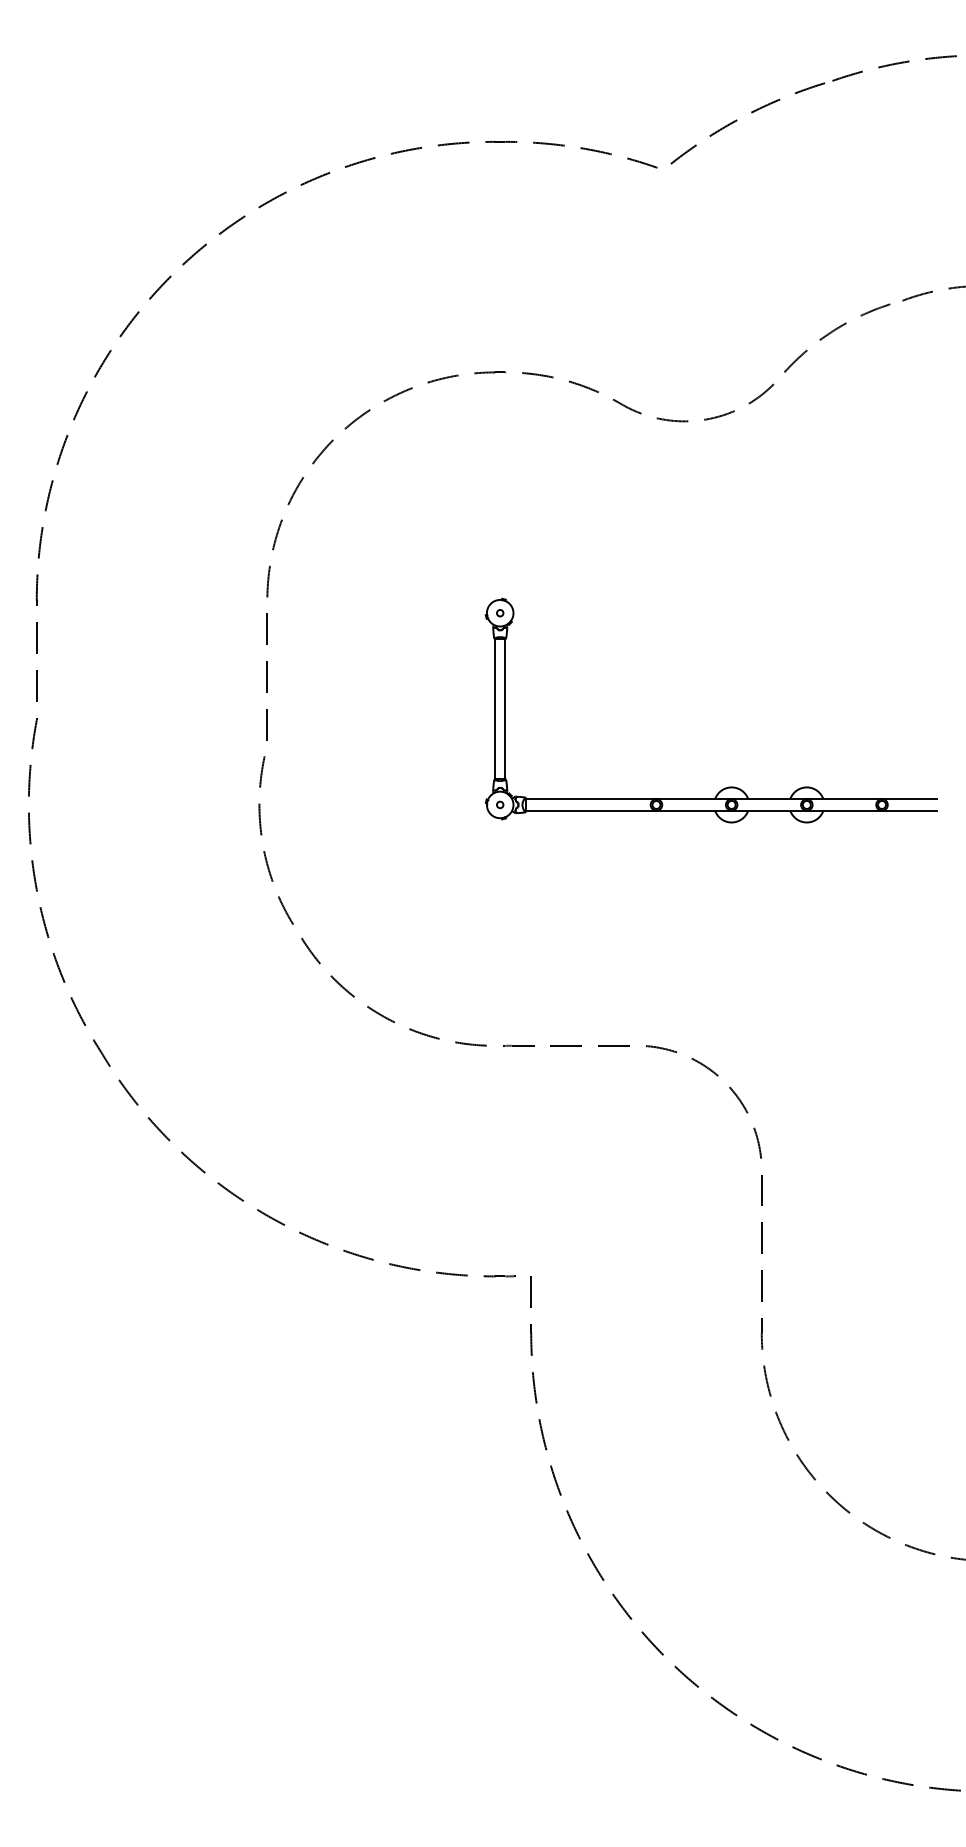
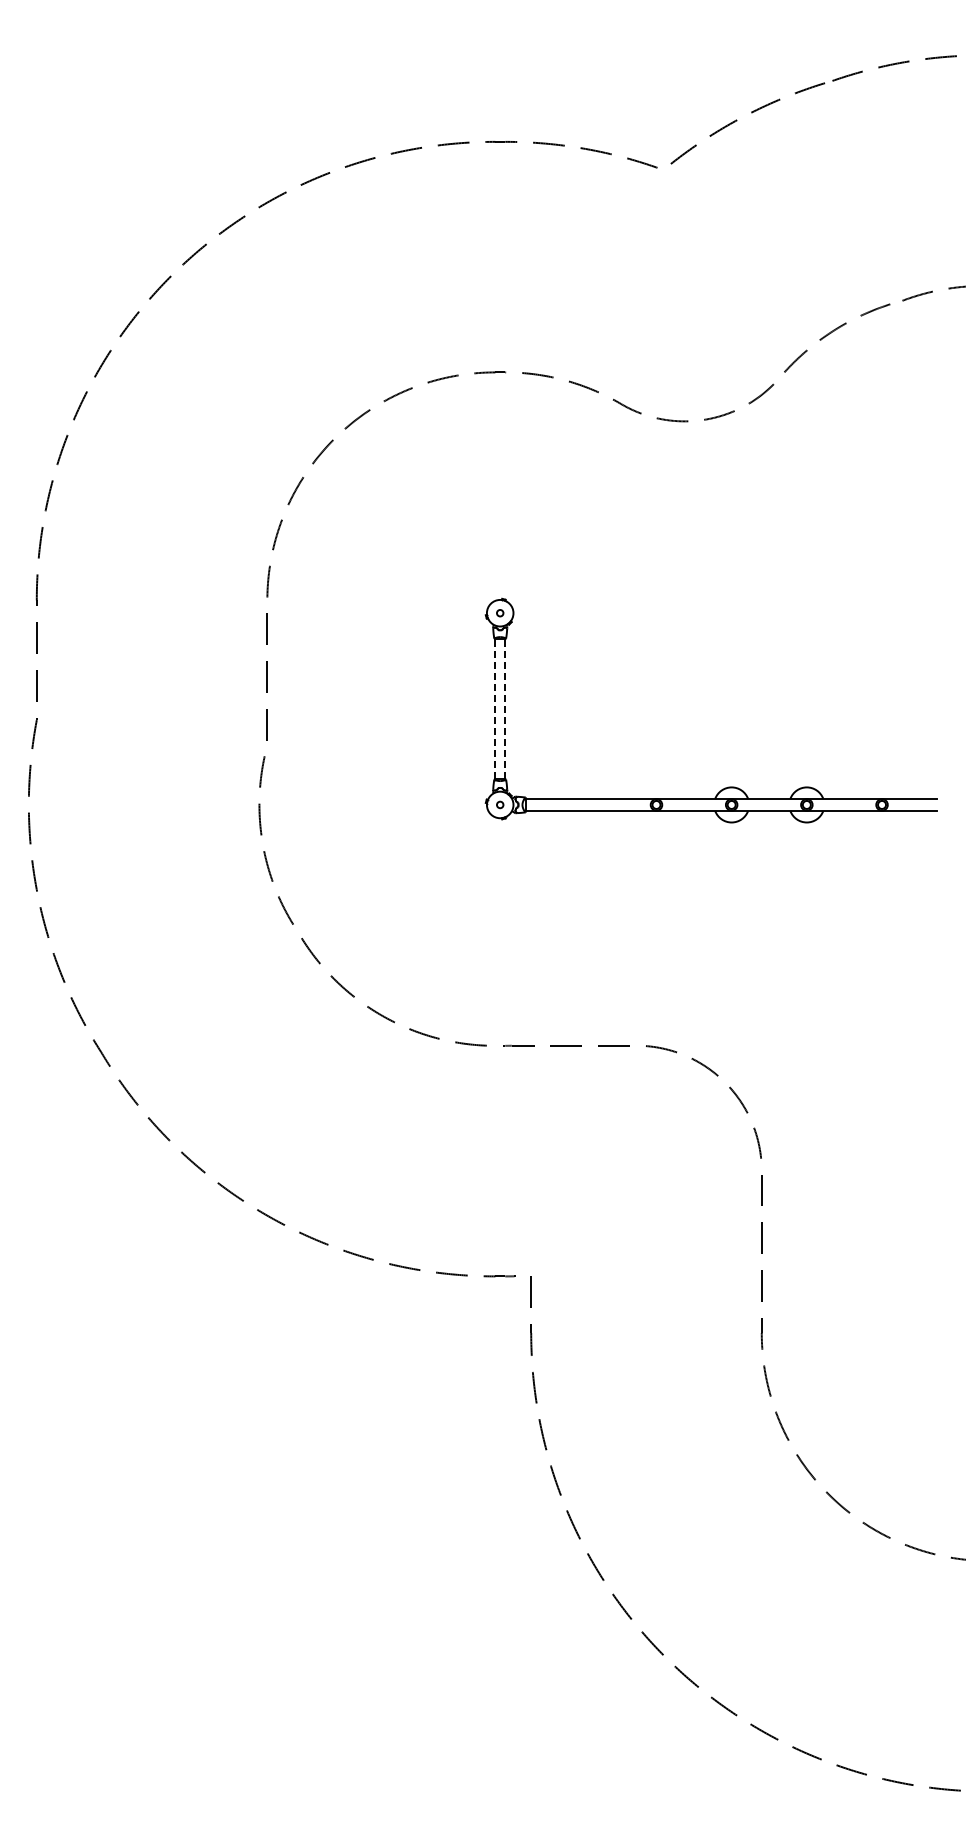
line at (495, 709): solid -> dashed
line at (504, 709): solid -> dashed
